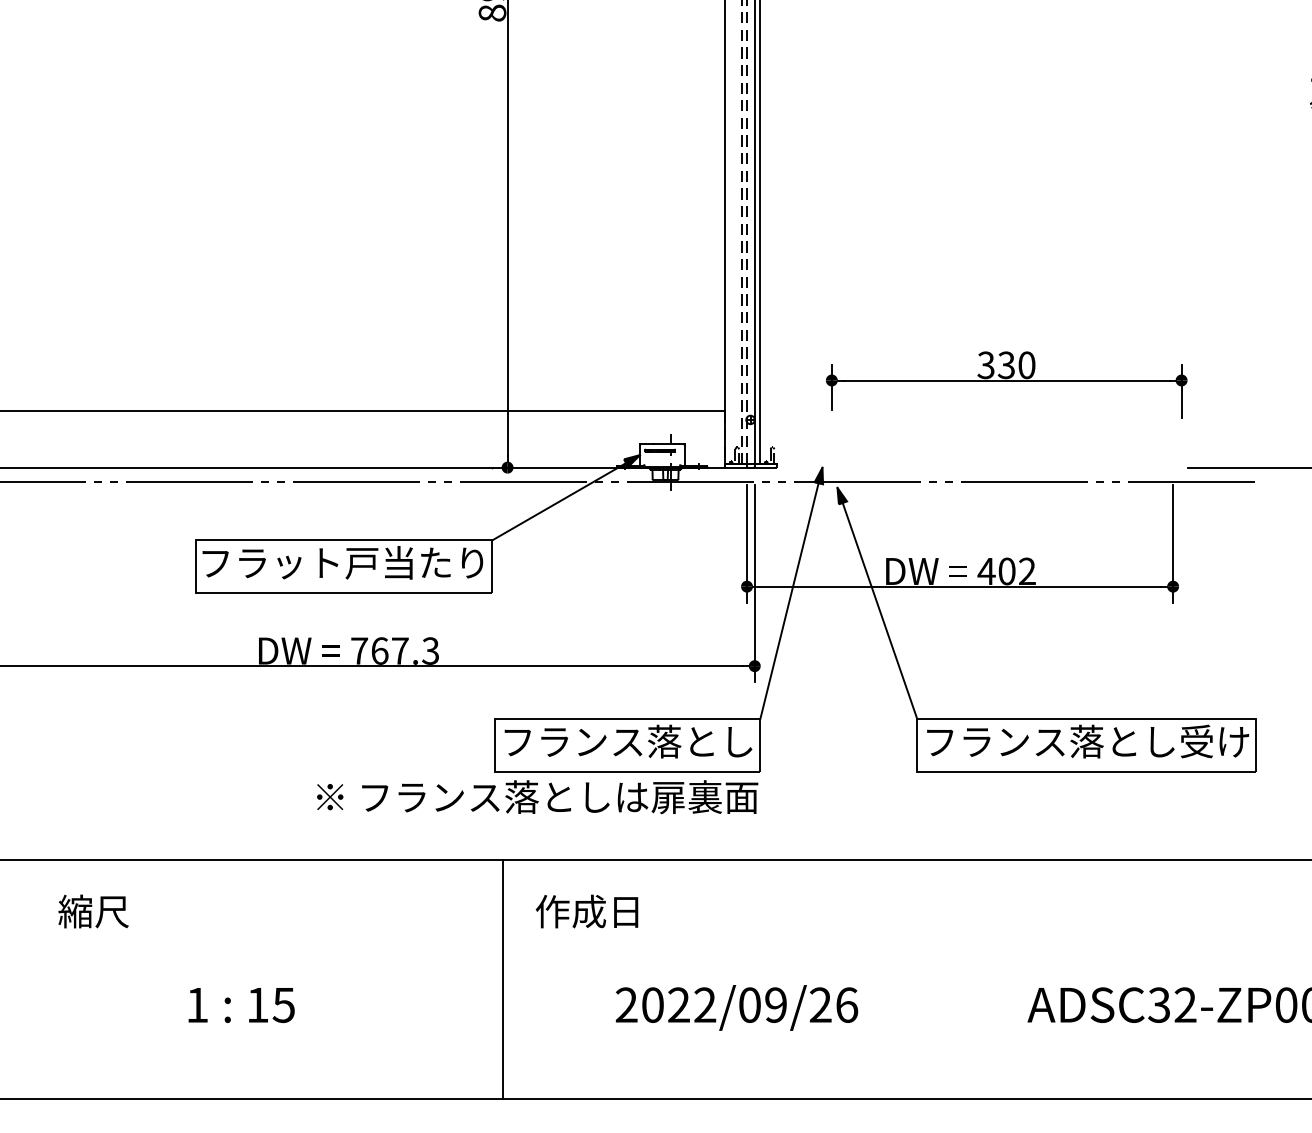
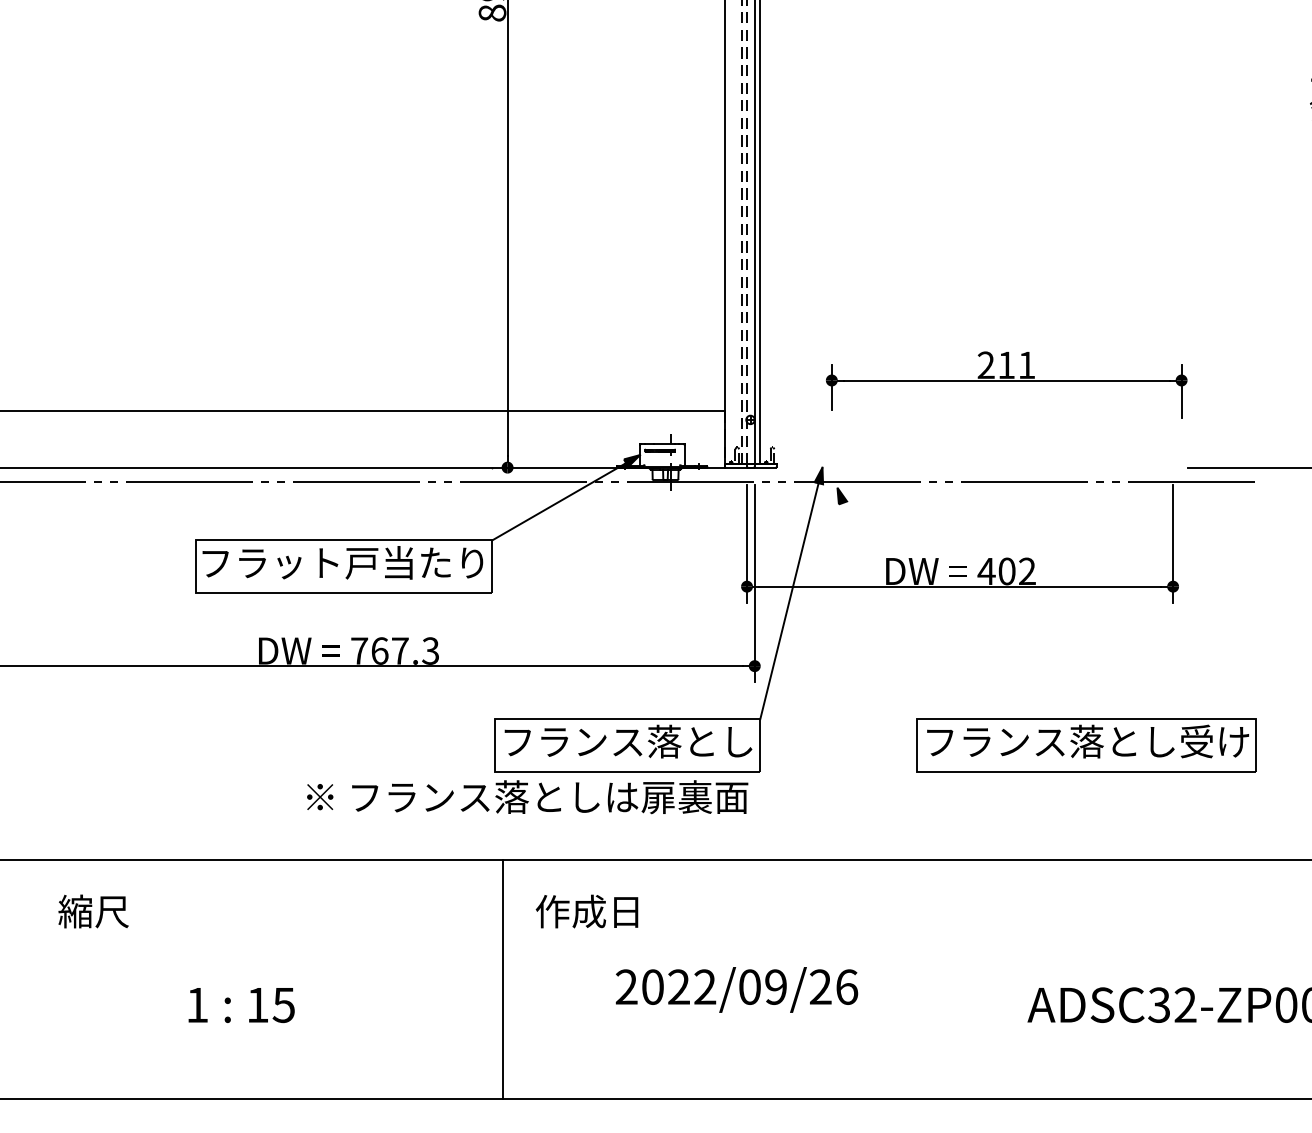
text at (1006, 365): 330 -> 211
line at (877, 603): present -> none
text at (537, 797) position: (537, 797) -> (527, 797)
text at (736, 1007) position: (736, 1007) -> (736, 989)
